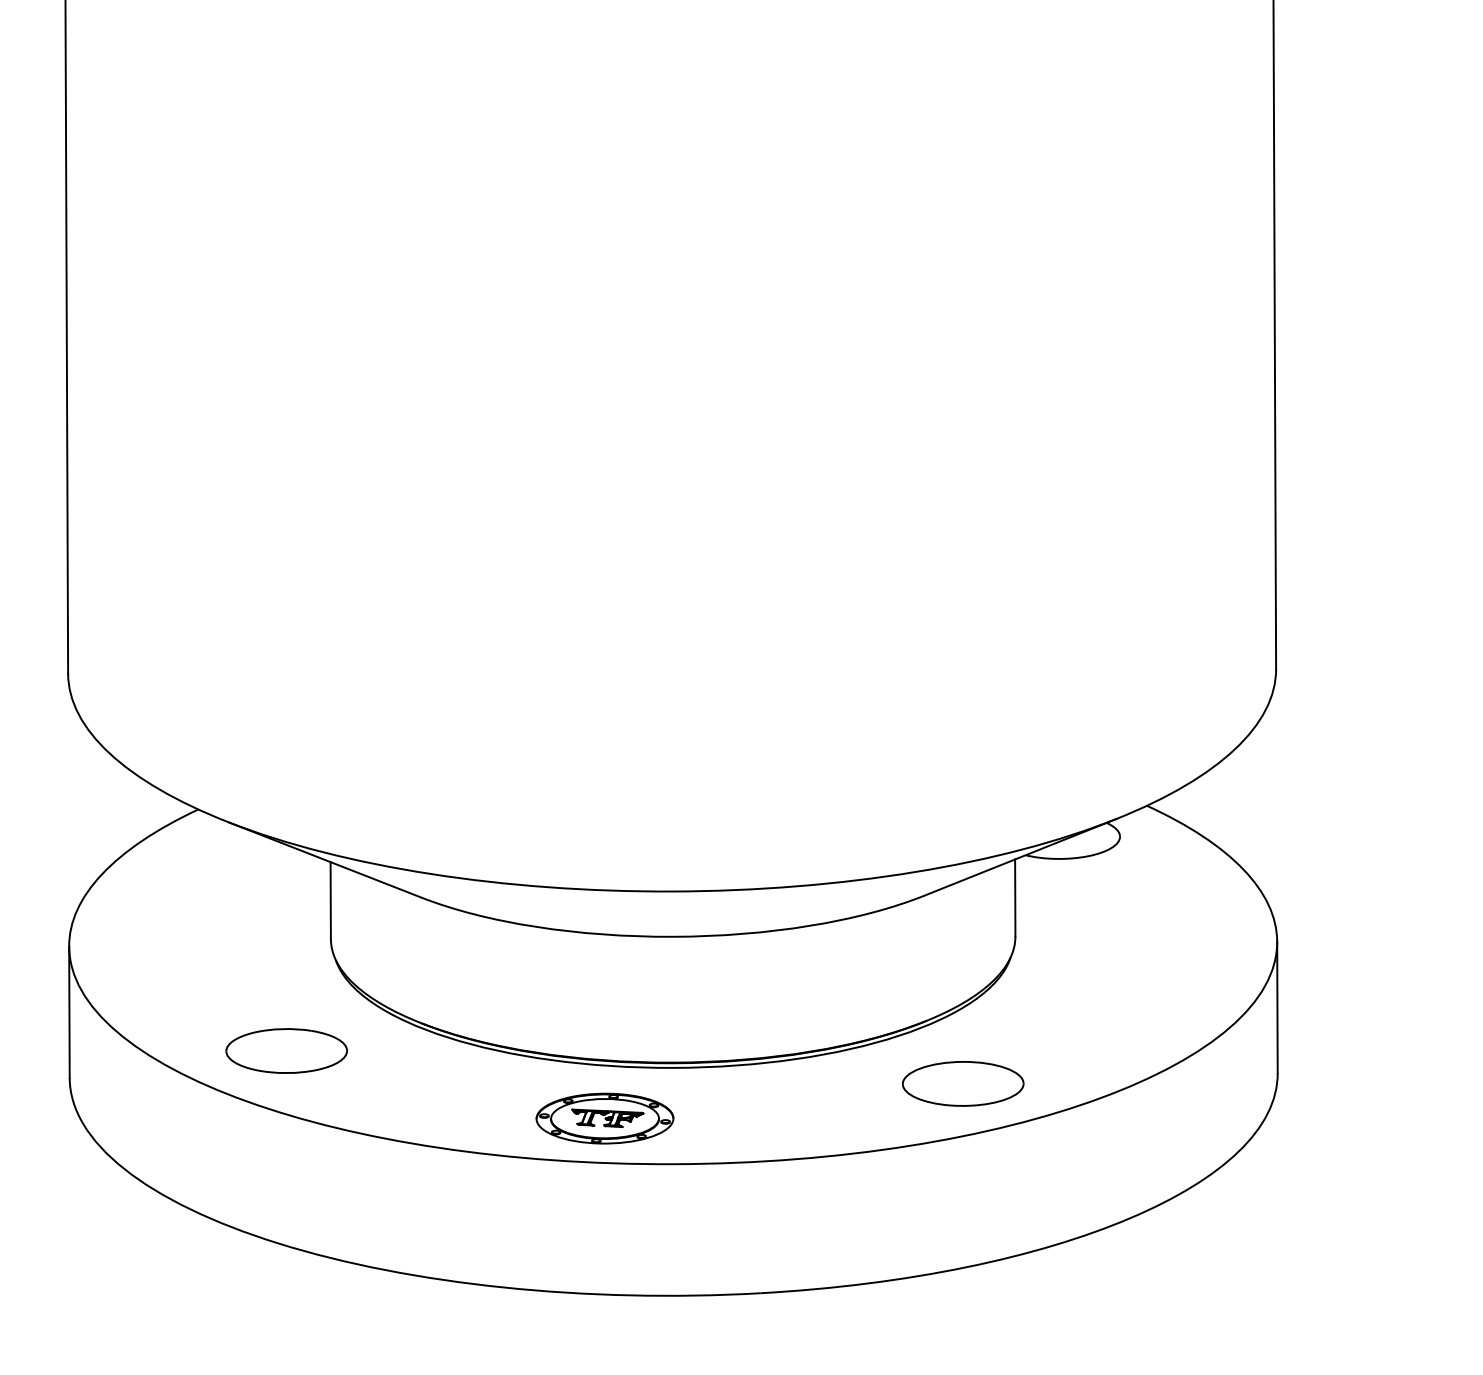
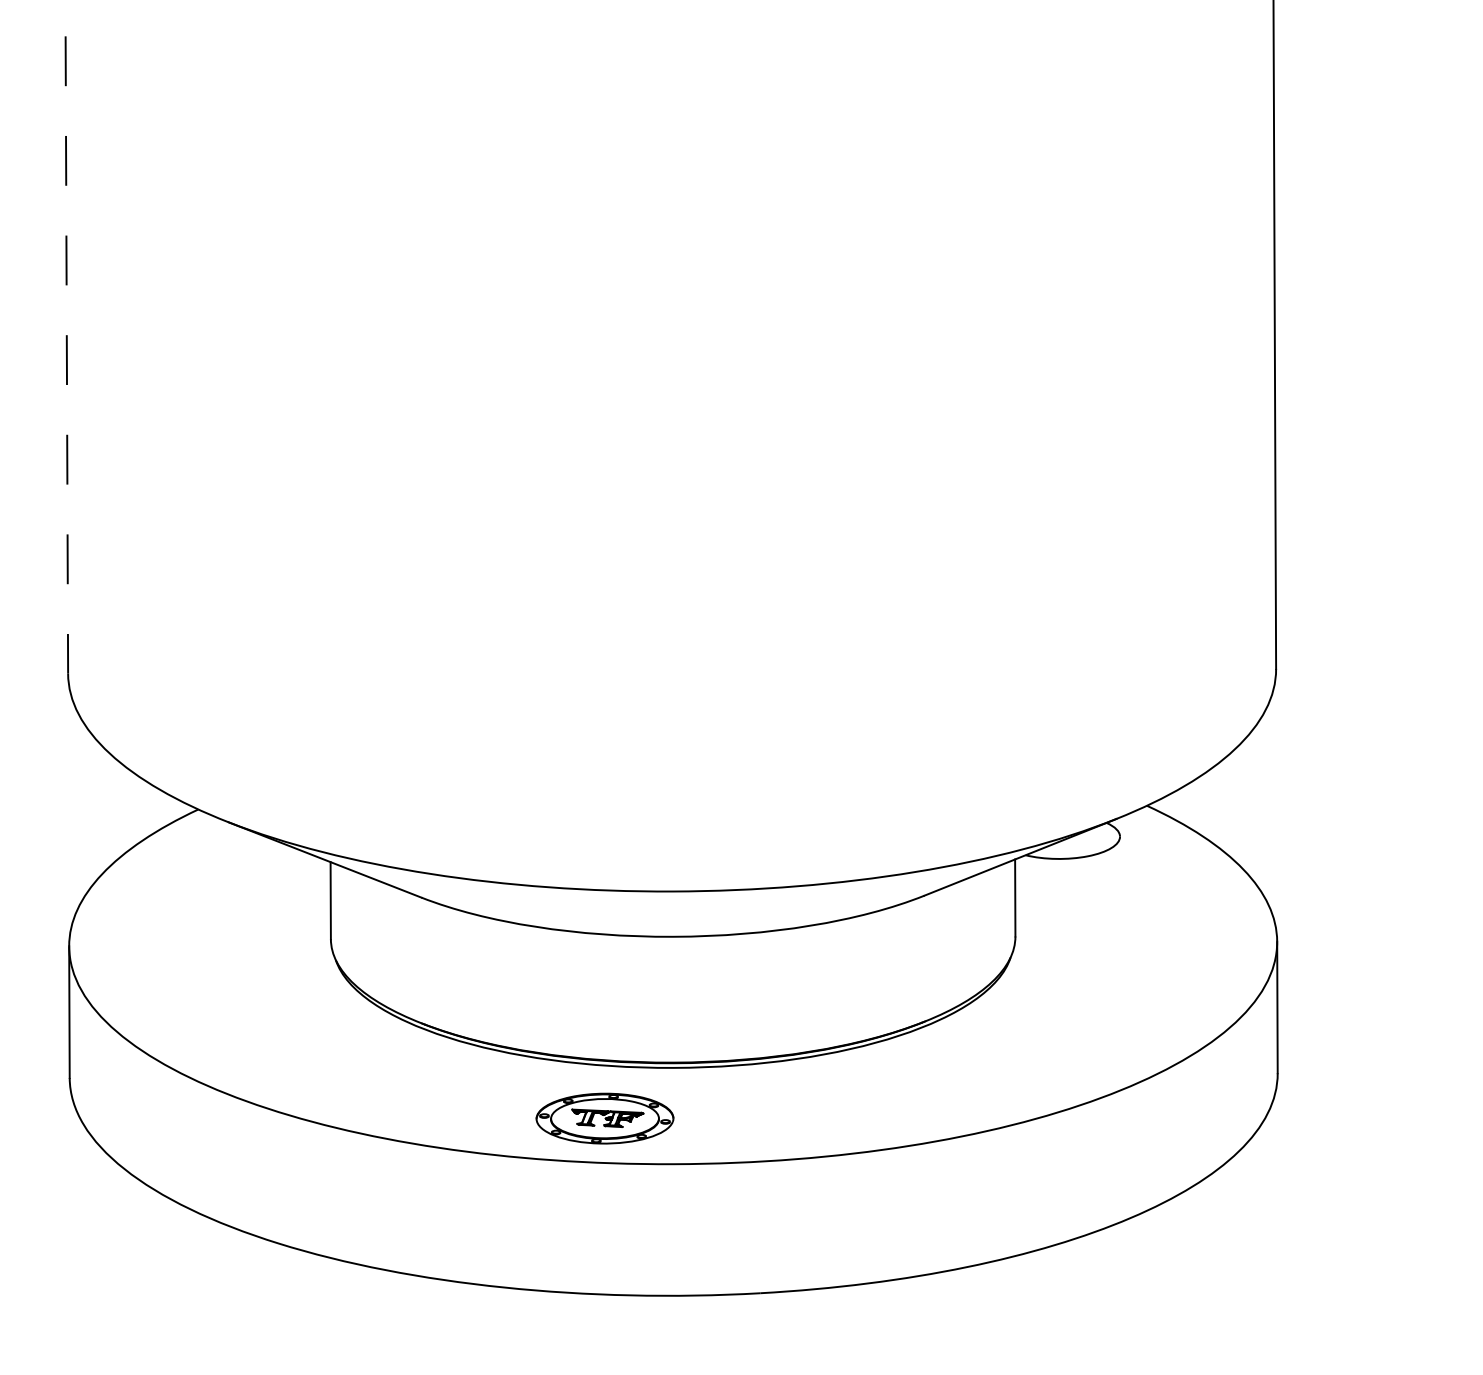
line at (66, 336): solid -> dashed
part at (286, 1050): present -> none
part at (963, 1083): present -> none
